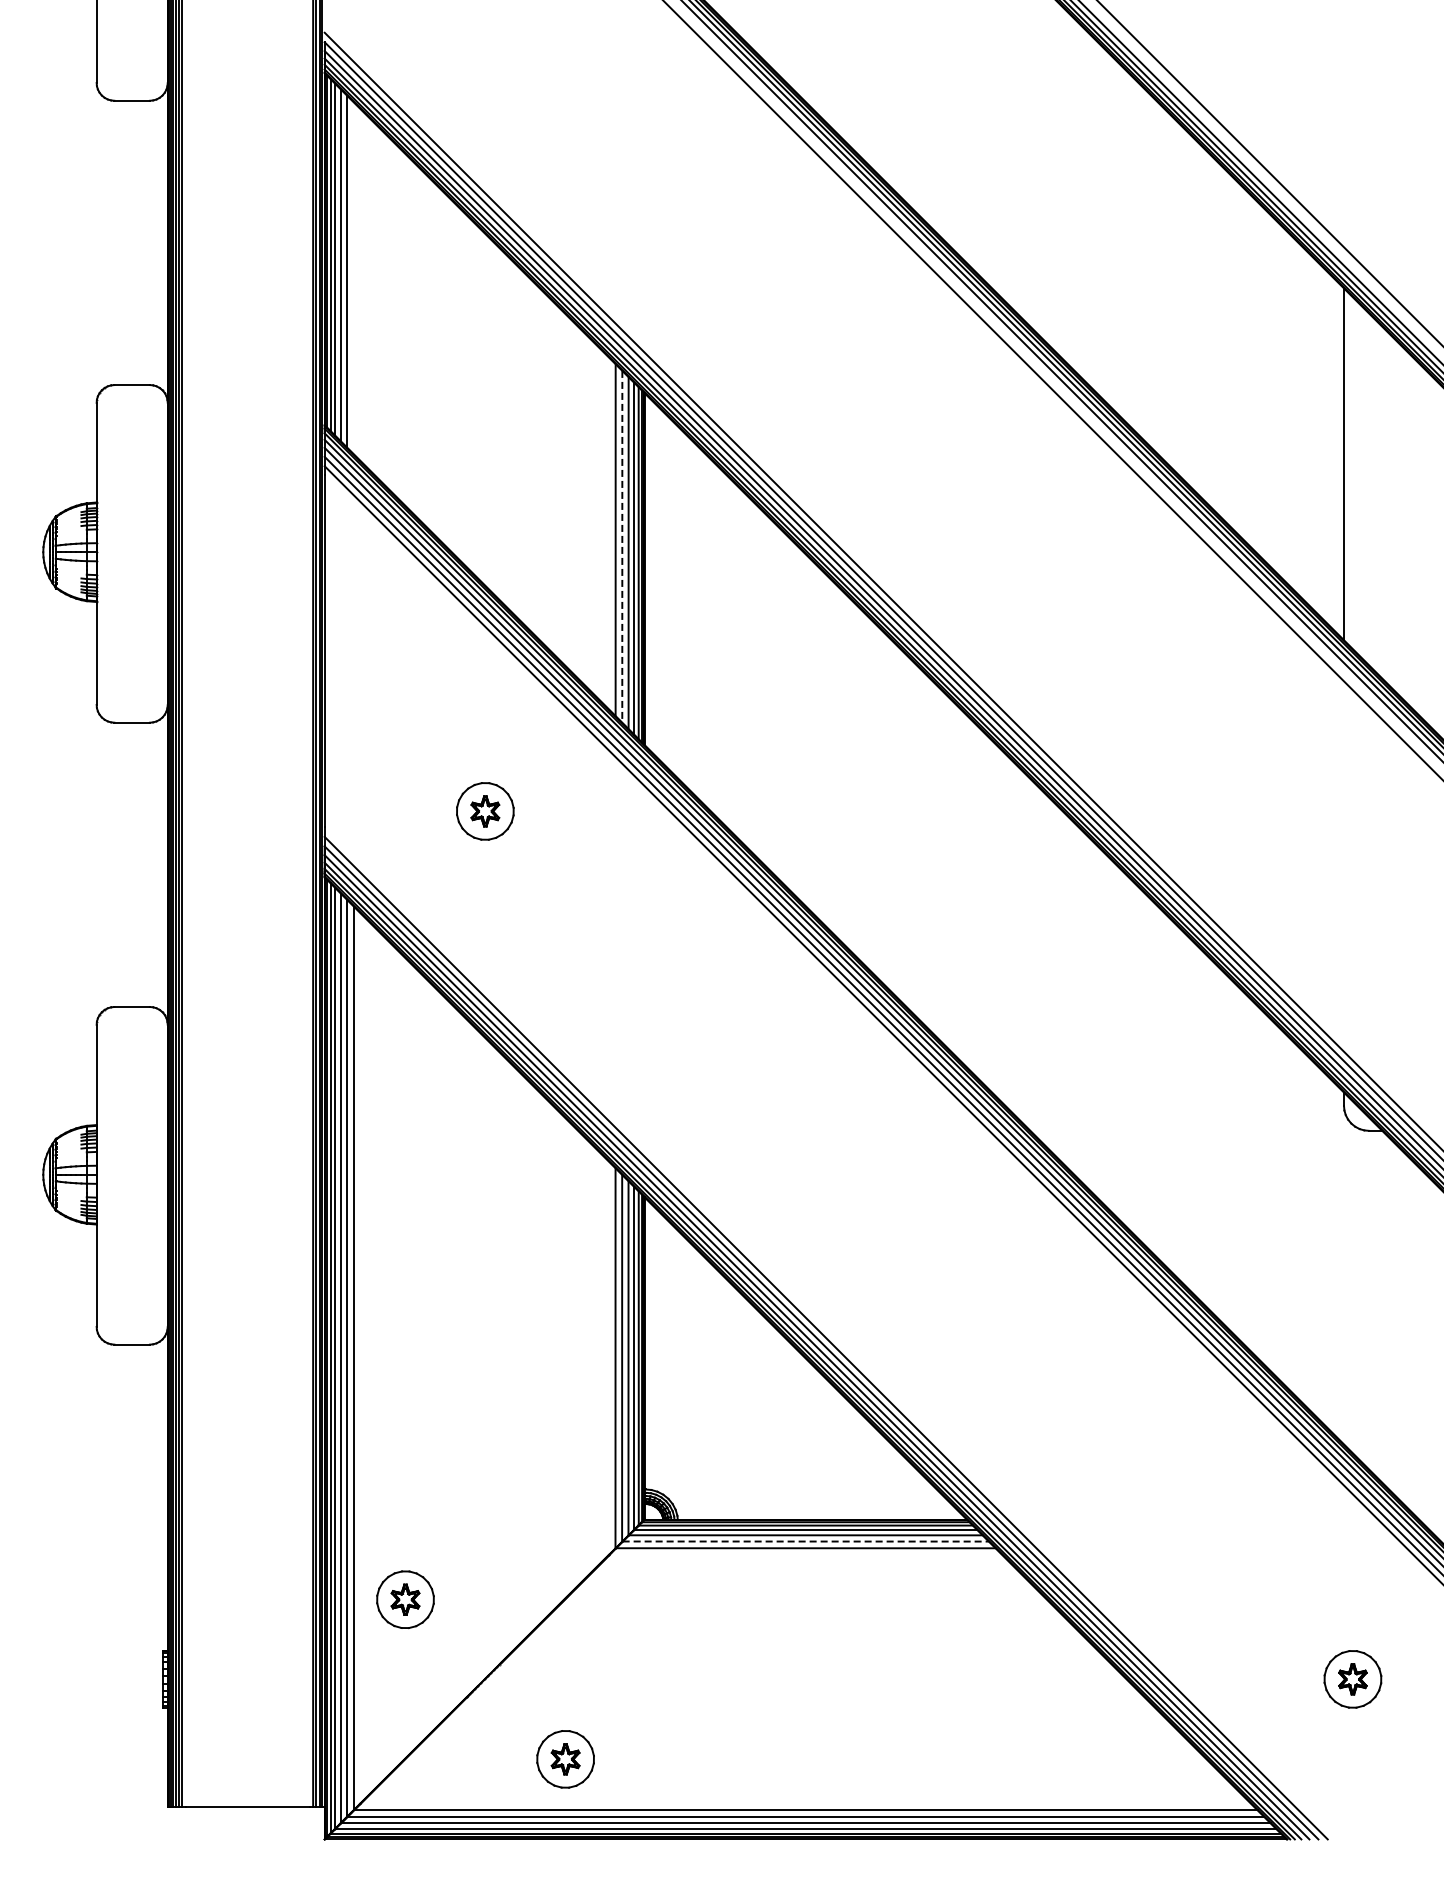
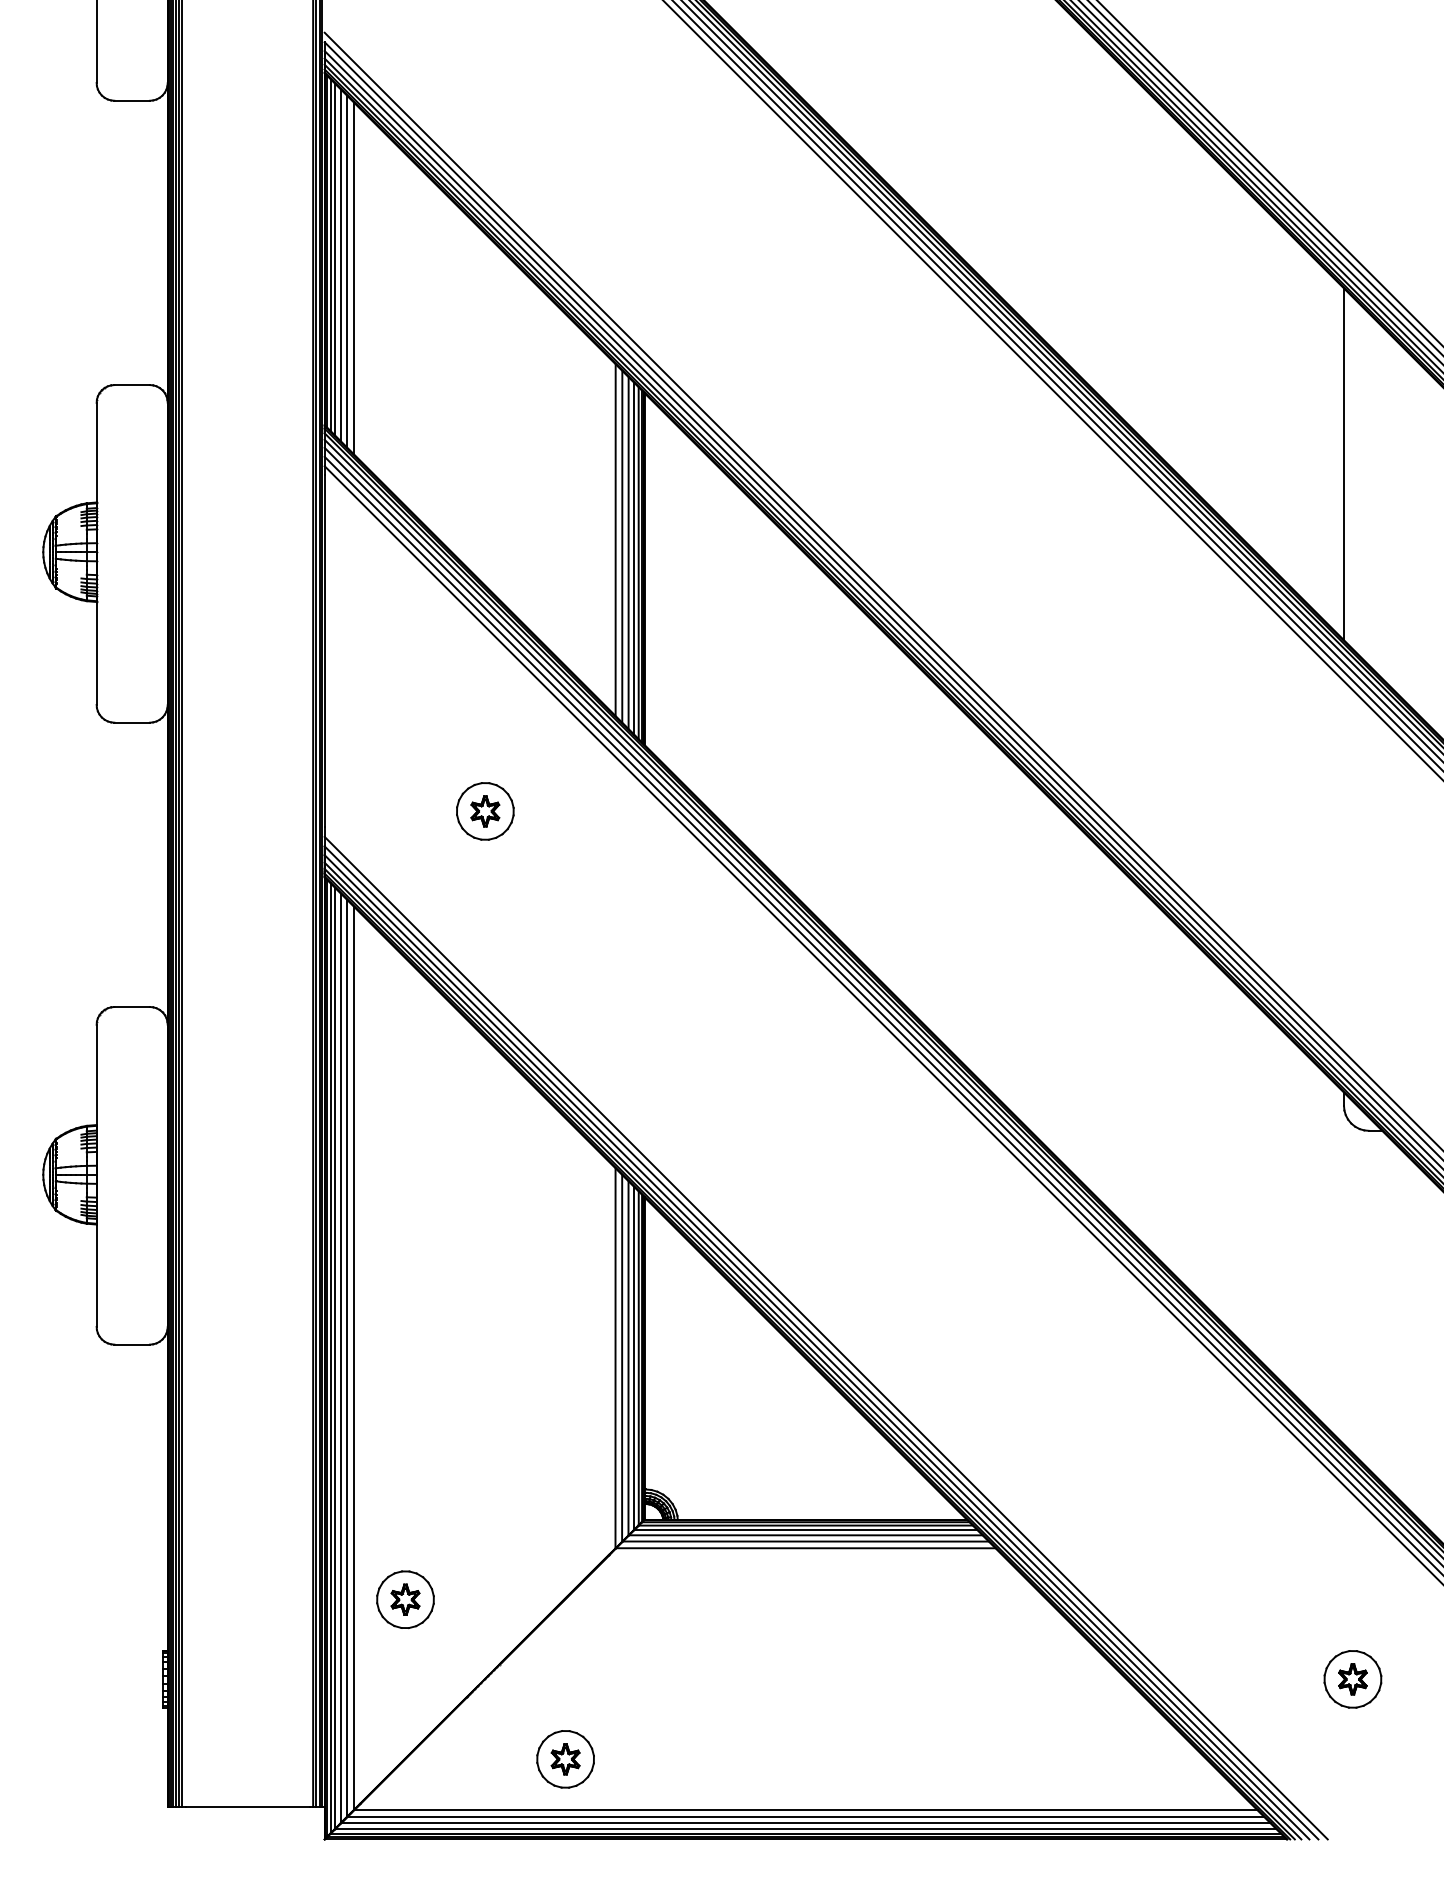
line at (1264, 177): none -> present
line at (353, 278): none -> present
line at (1057, 385): none -> present
line at (622, 546): dashed -> solid
line at (806, 1541): dashed -> solid
